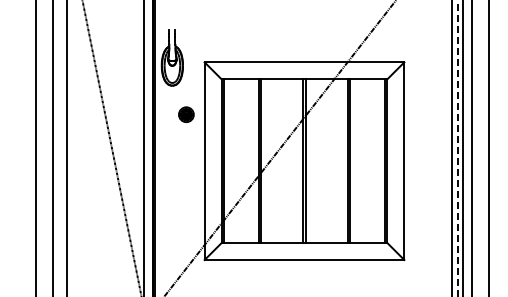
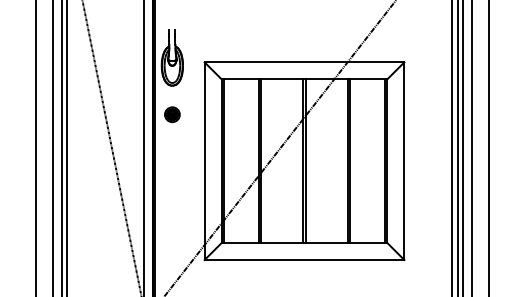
part at (186, 114) position: (186, 114) -> (172, 114)
line at (62, 147): none -> present
line at (458, 148): dashed -> solid
